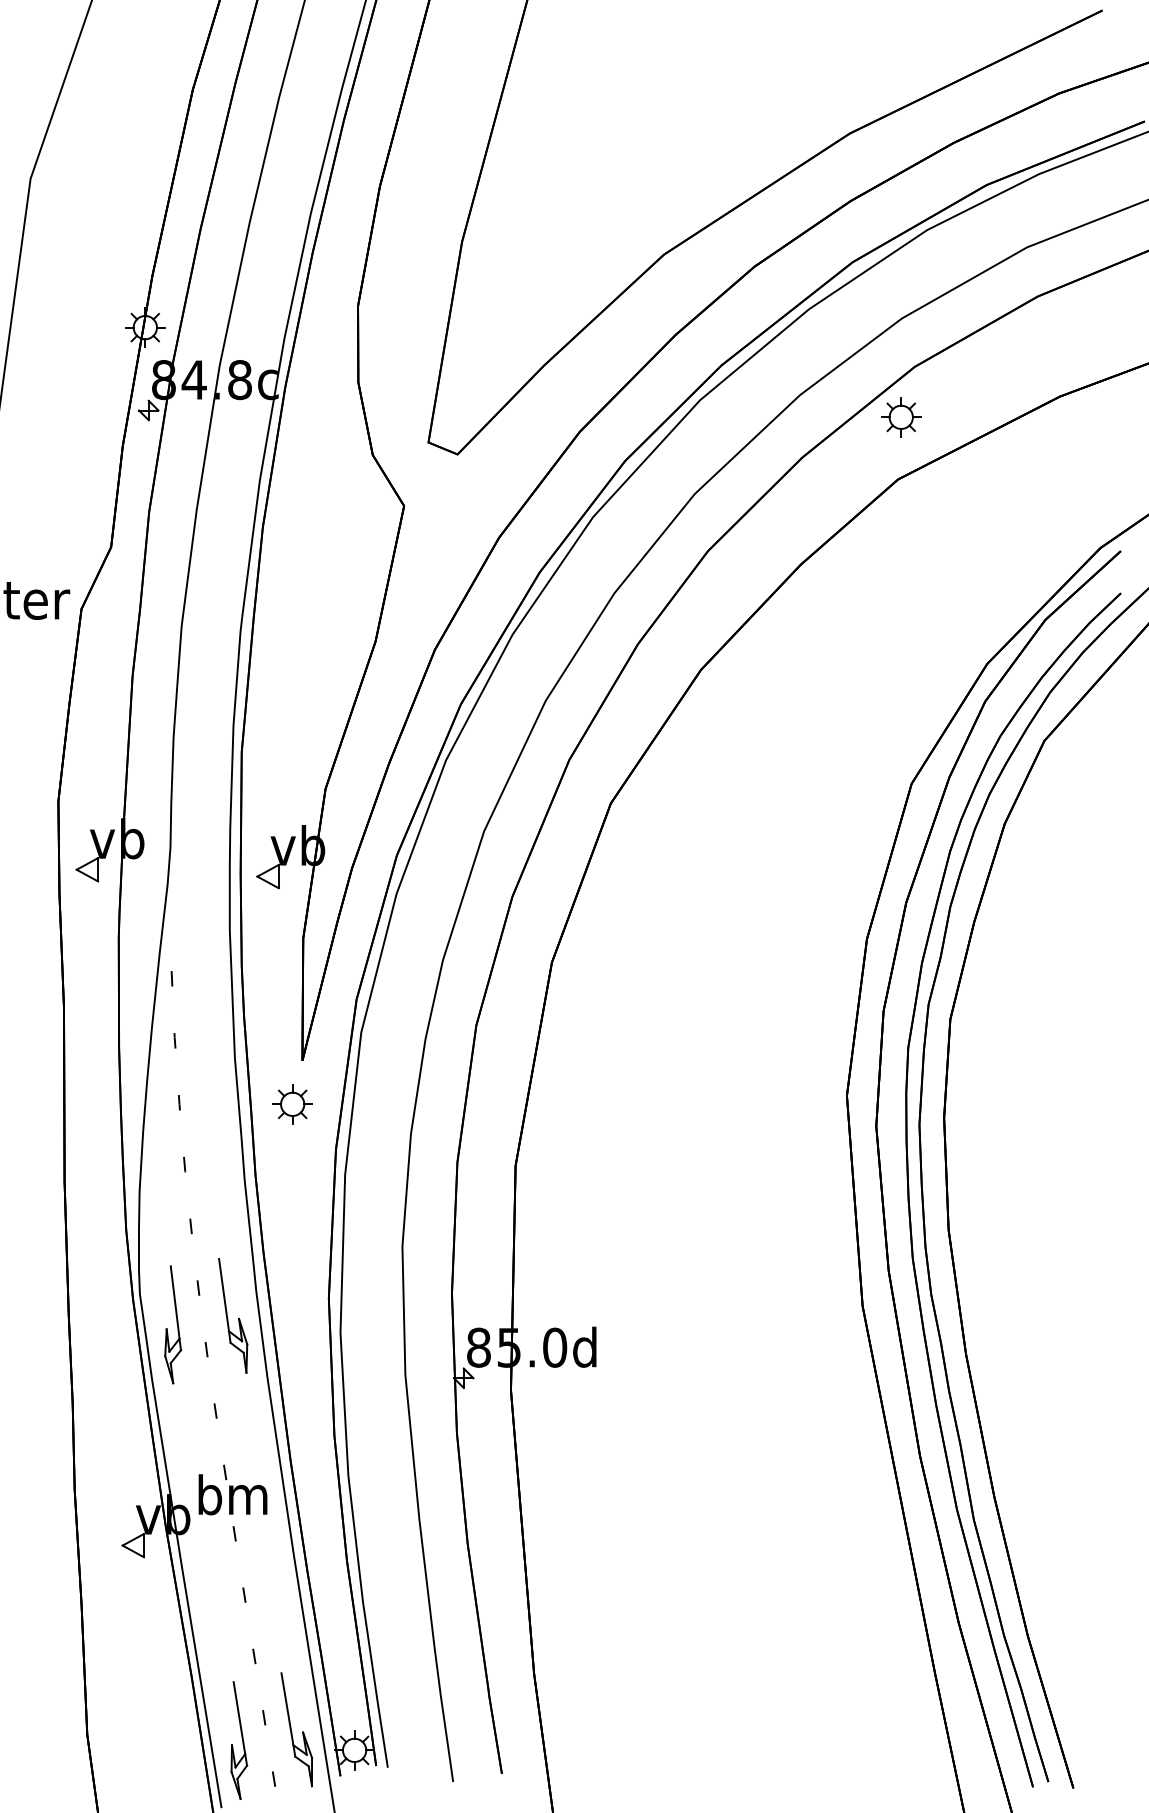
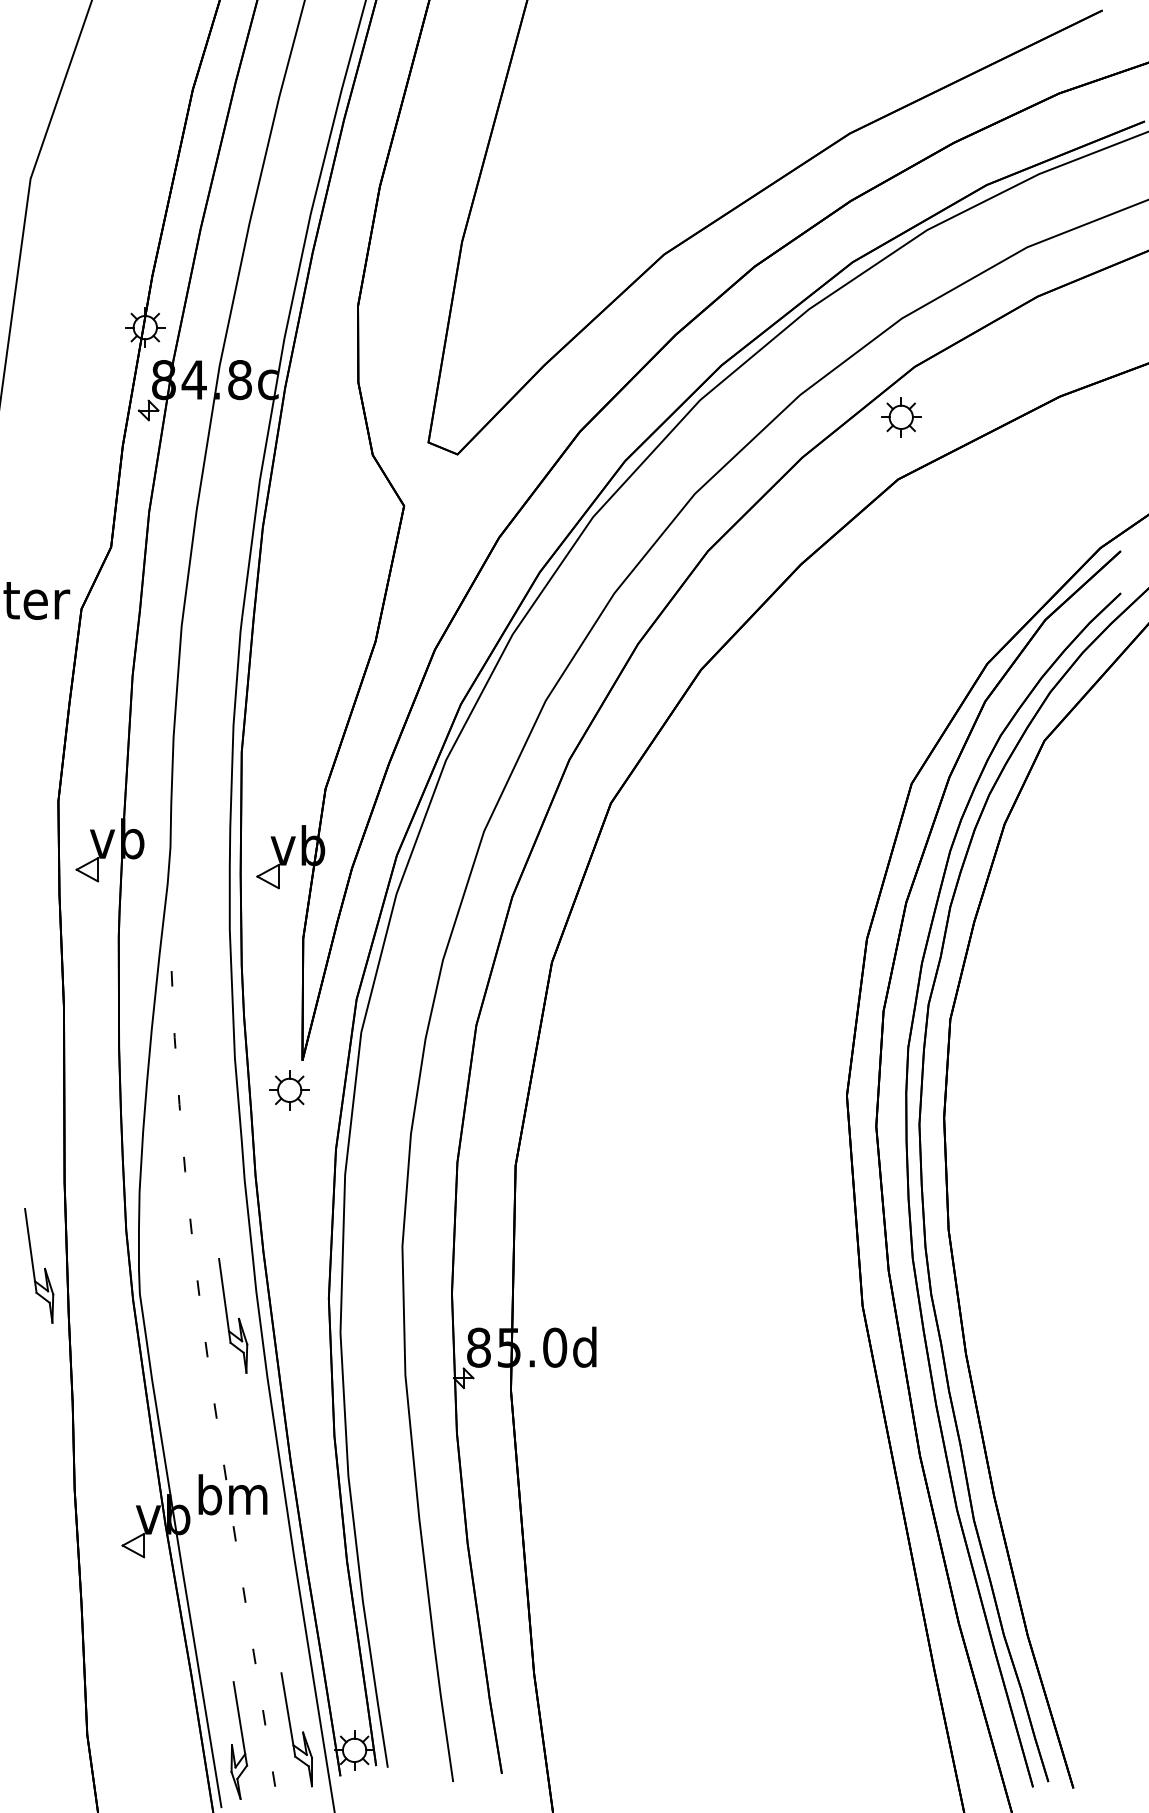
part at (292, 1104) position: (292, 1104) -> (289, 1090)
part at (39, 1265): none -> present
part at (172, 1324): present -> none
